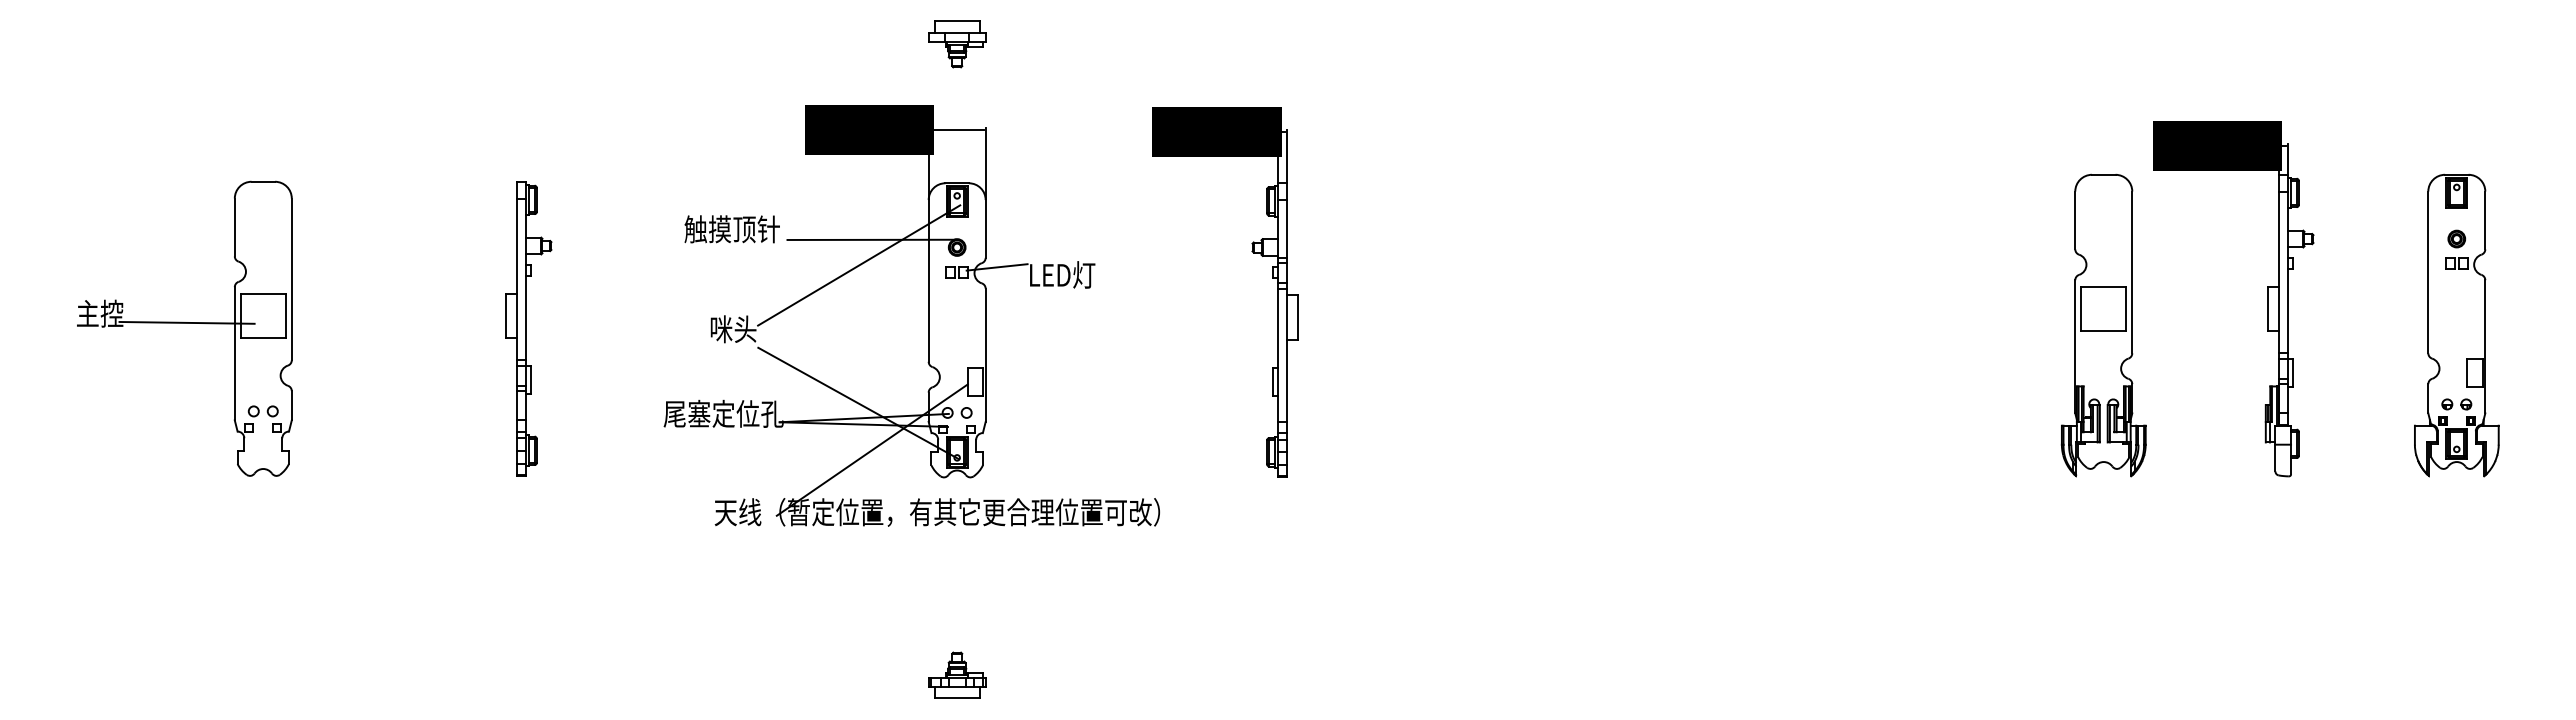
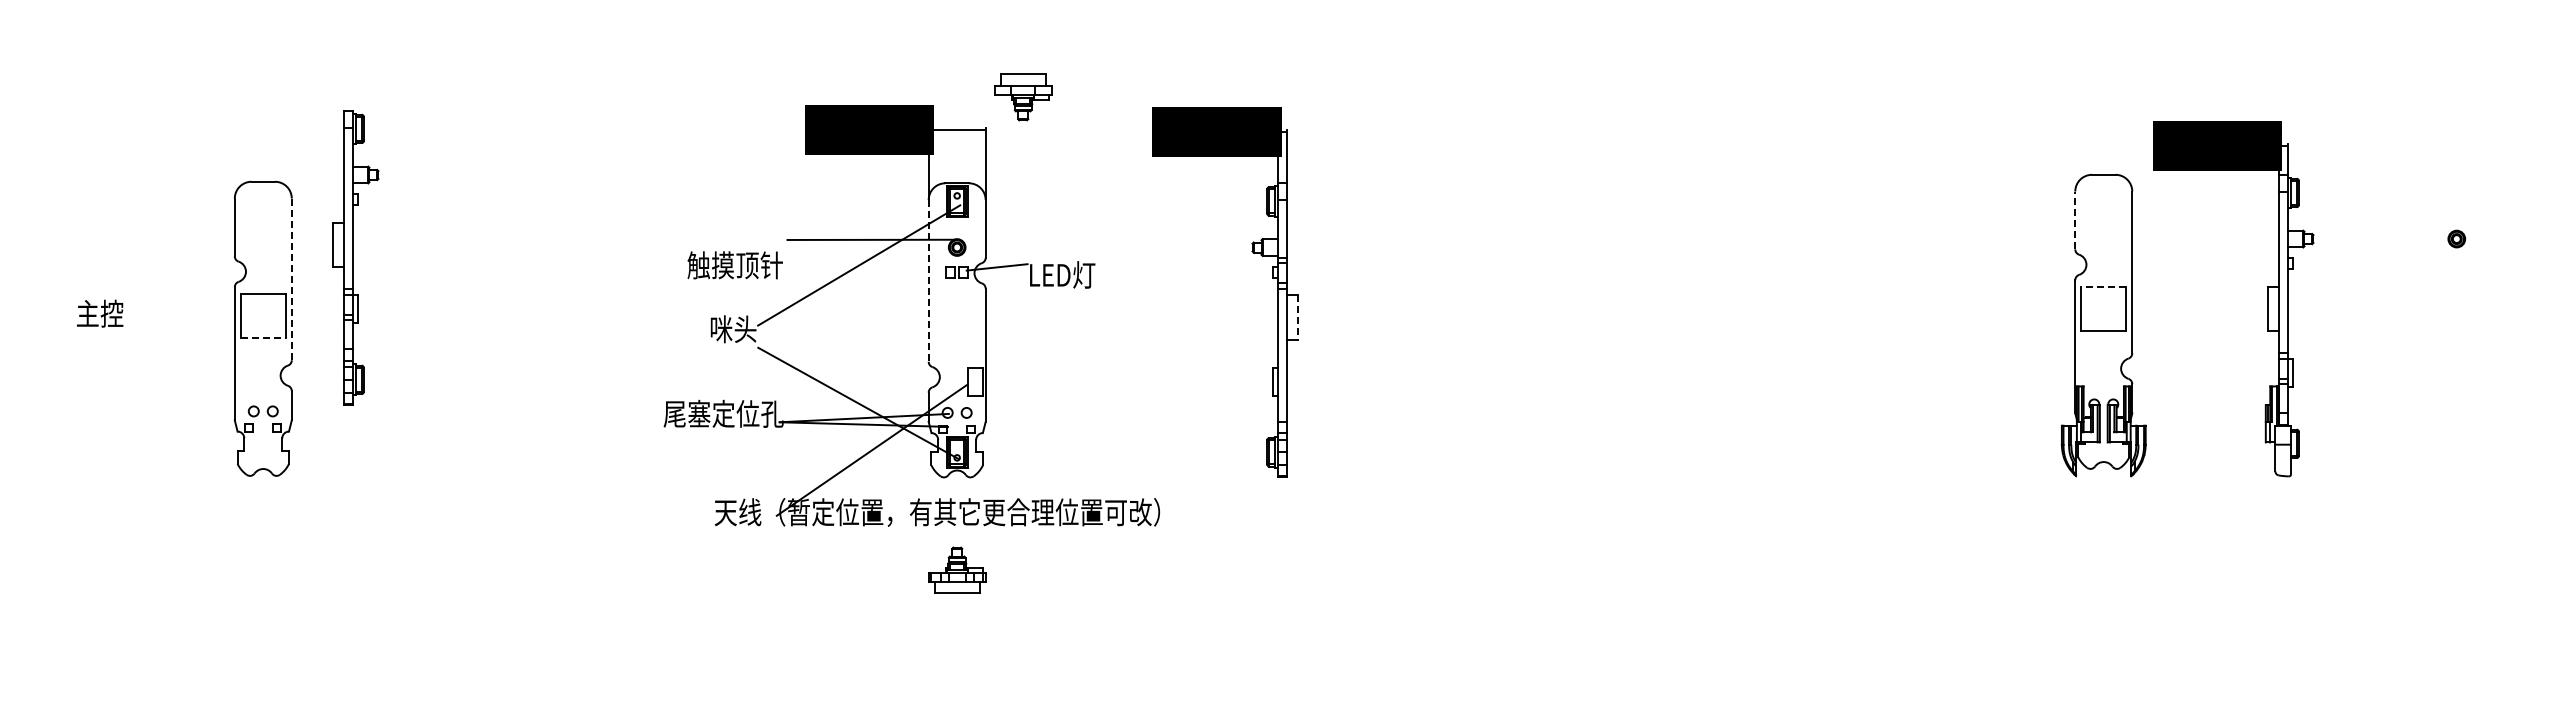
part at (957, 44) position: (957, 44) -> (1023, 97)
line at (2075, 220): solid -> dashed
text at (731, 229) position: (731, 229) -> (734, 265)
line at (291, 279): solid -> dashed
line at (928, 280): solid -> dashed
line at (2103, 286): solid -> dashed
line at (1298, 317): solid -> dashed
line at (186, 322): present -> none
part at (2456, 325): present -> none
part at (528, 328) position: (528, 328) -> (355, 257)
line at (263, 338): solid -> dashed
part at (957, 674) position: (957, 674) -> (957, 569)
